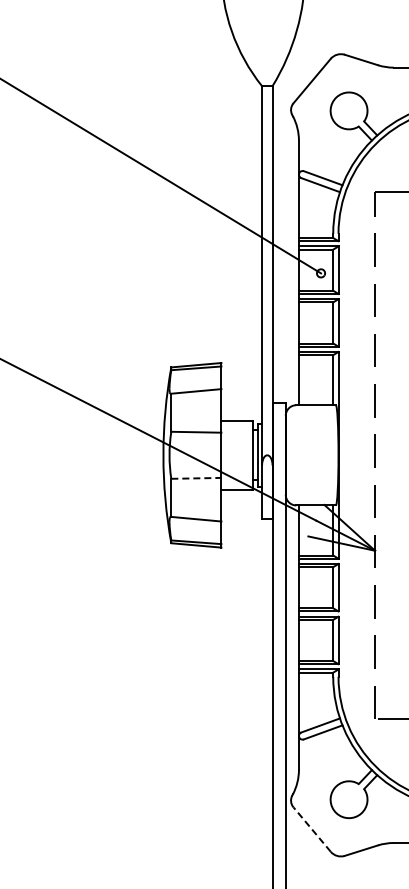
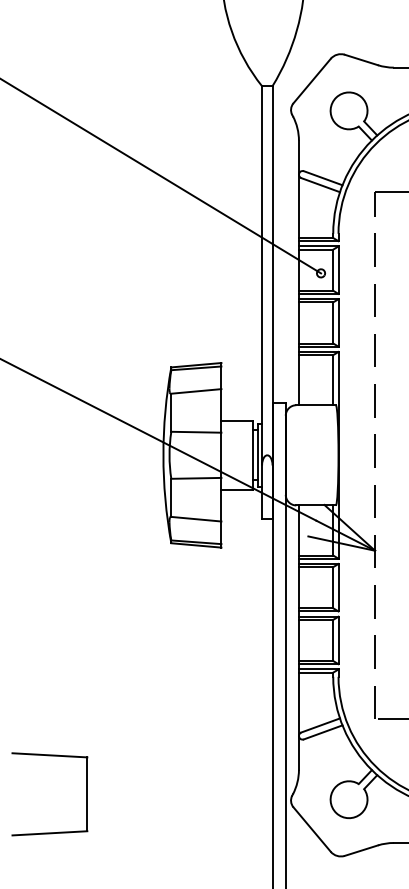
line at (196, 478): dashed -> solid
part at (86, 794): none -> present
line at (312, 829): dashed -> solid
